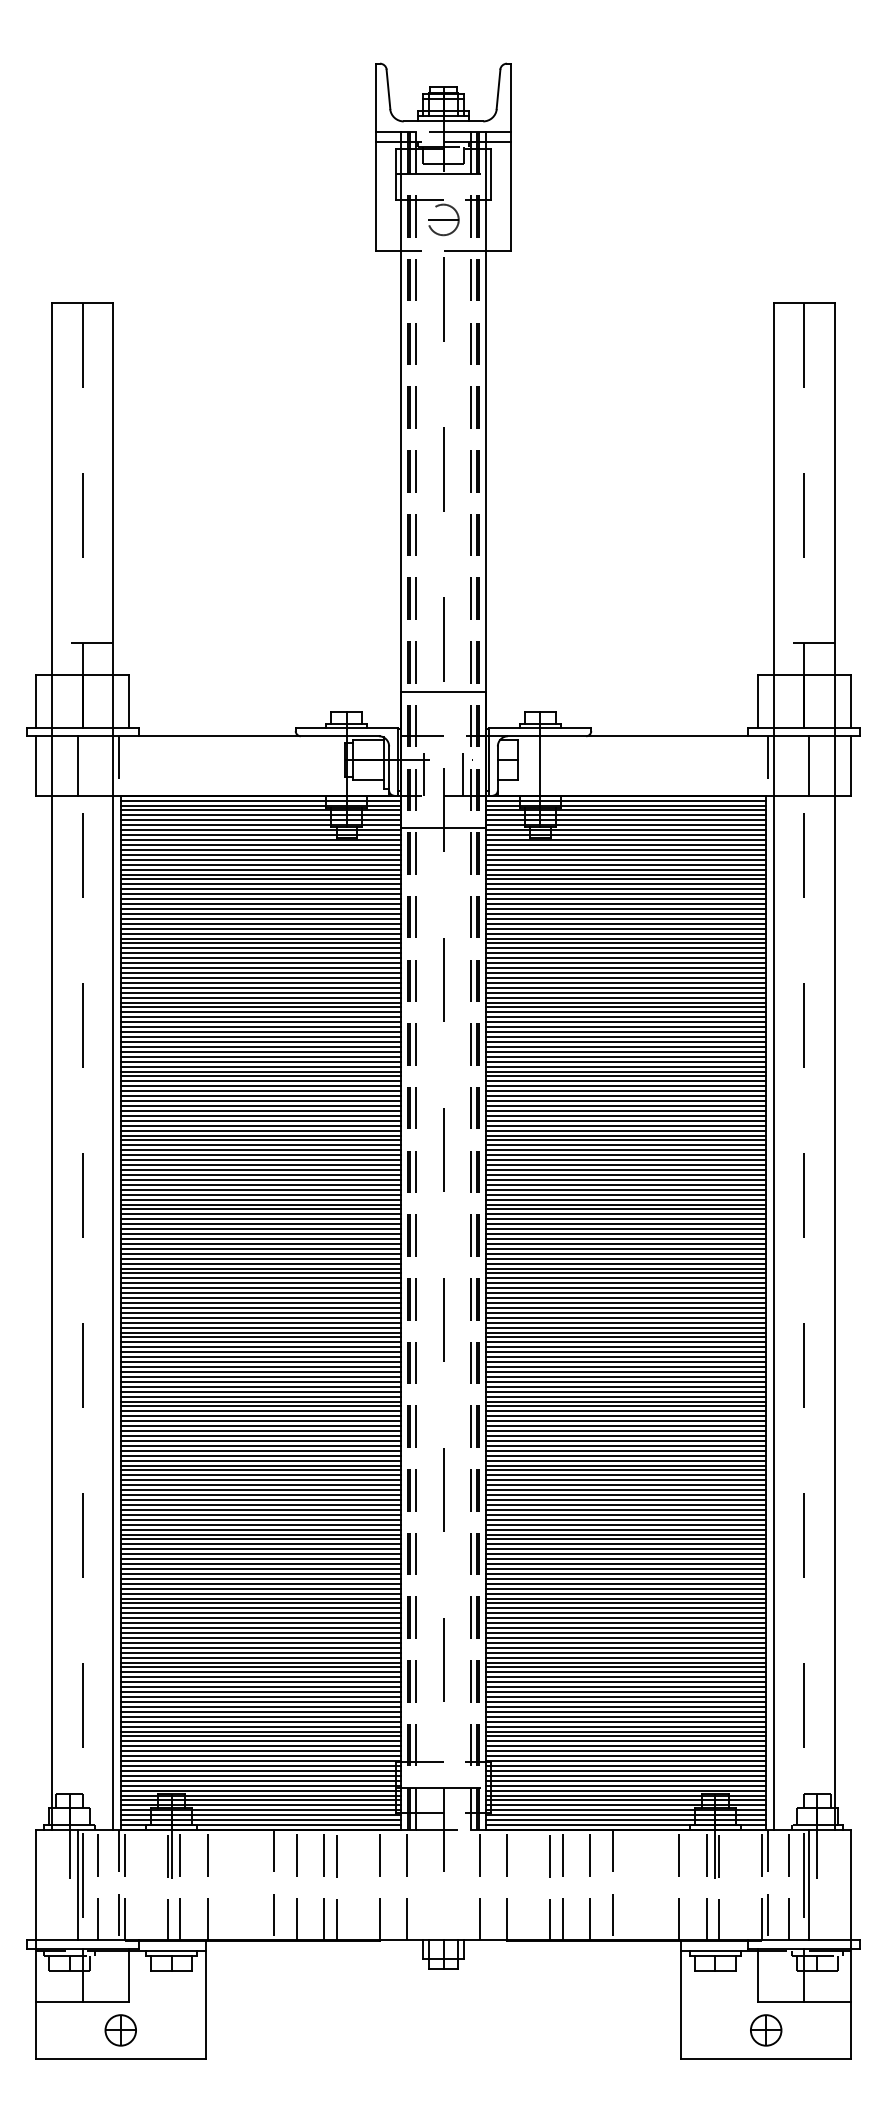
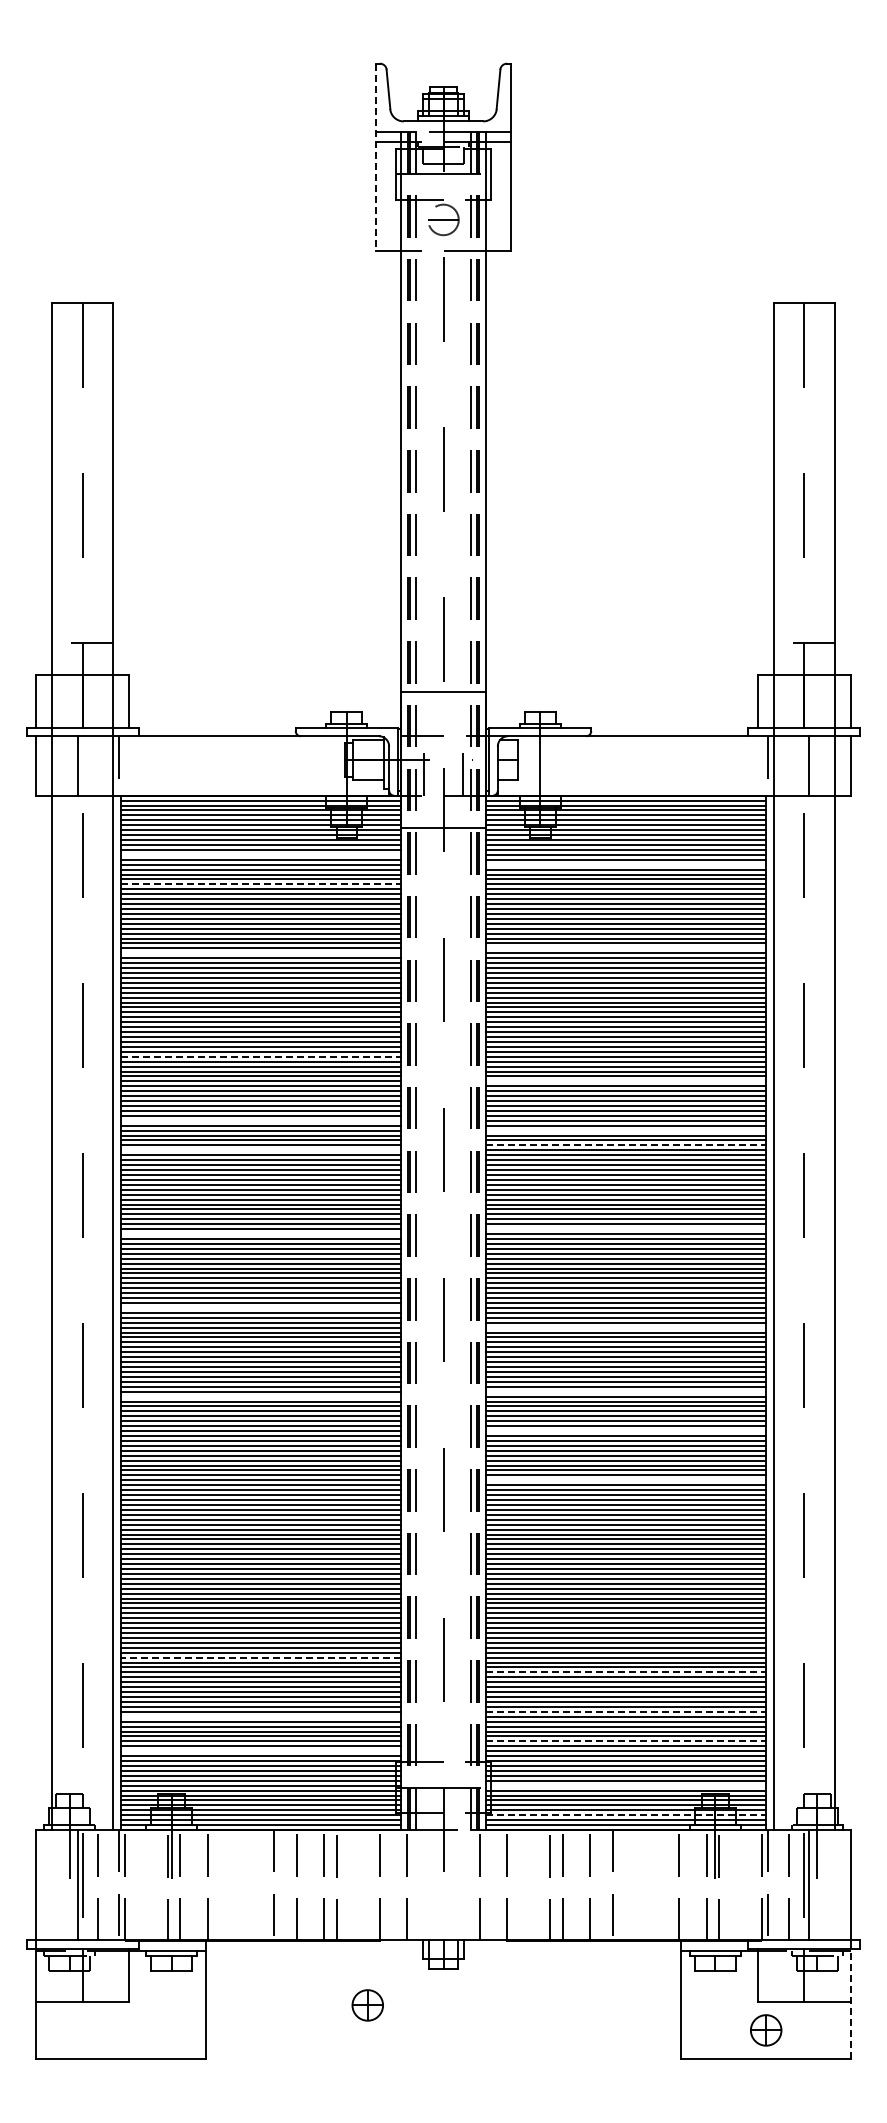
line at (375, 157): solid -> dashed
line at (260, 854): present -> none
line at (625, 864): present -> none
line at (261, 884): solid -> dashed
line at (625, 948): present -> none
line at (260, 953): present -> none
line at (261, 1056): solid -> dashed
line at (625, 1081): present -> none
line at (260, 1120): present -> none
line at (625, 1130): present -> none
line at (626, 1145): solid -> dashed
line at (260, 1150): present -> none
line at (625, 1229): present -> none
line at (260, 1234): present -> none
line at (260, 1307): present -> none
line at (625, 1327): present -> none
line at (625, 1391): present -> none
line at (260, 1396): present -> none
line at (625, 1431): present -> none
line at (625, 1480): present -> none
line at (260, 1657): solid -> dashed
line at (626, 1672): solid -> dashed
line at (626, 1711): solid -> dashed
line at (260, 1716): present -> none
line at (626, 1741): solid -> dashed
line at (260, 1751): present -> none
line at (625, 1785): present -> none
line at (626, 1815): solid -> dashed
line at (851, 2003): solid -> dashed
part at (120, 2030) position: (120, 2030) -> (367, 2005)
